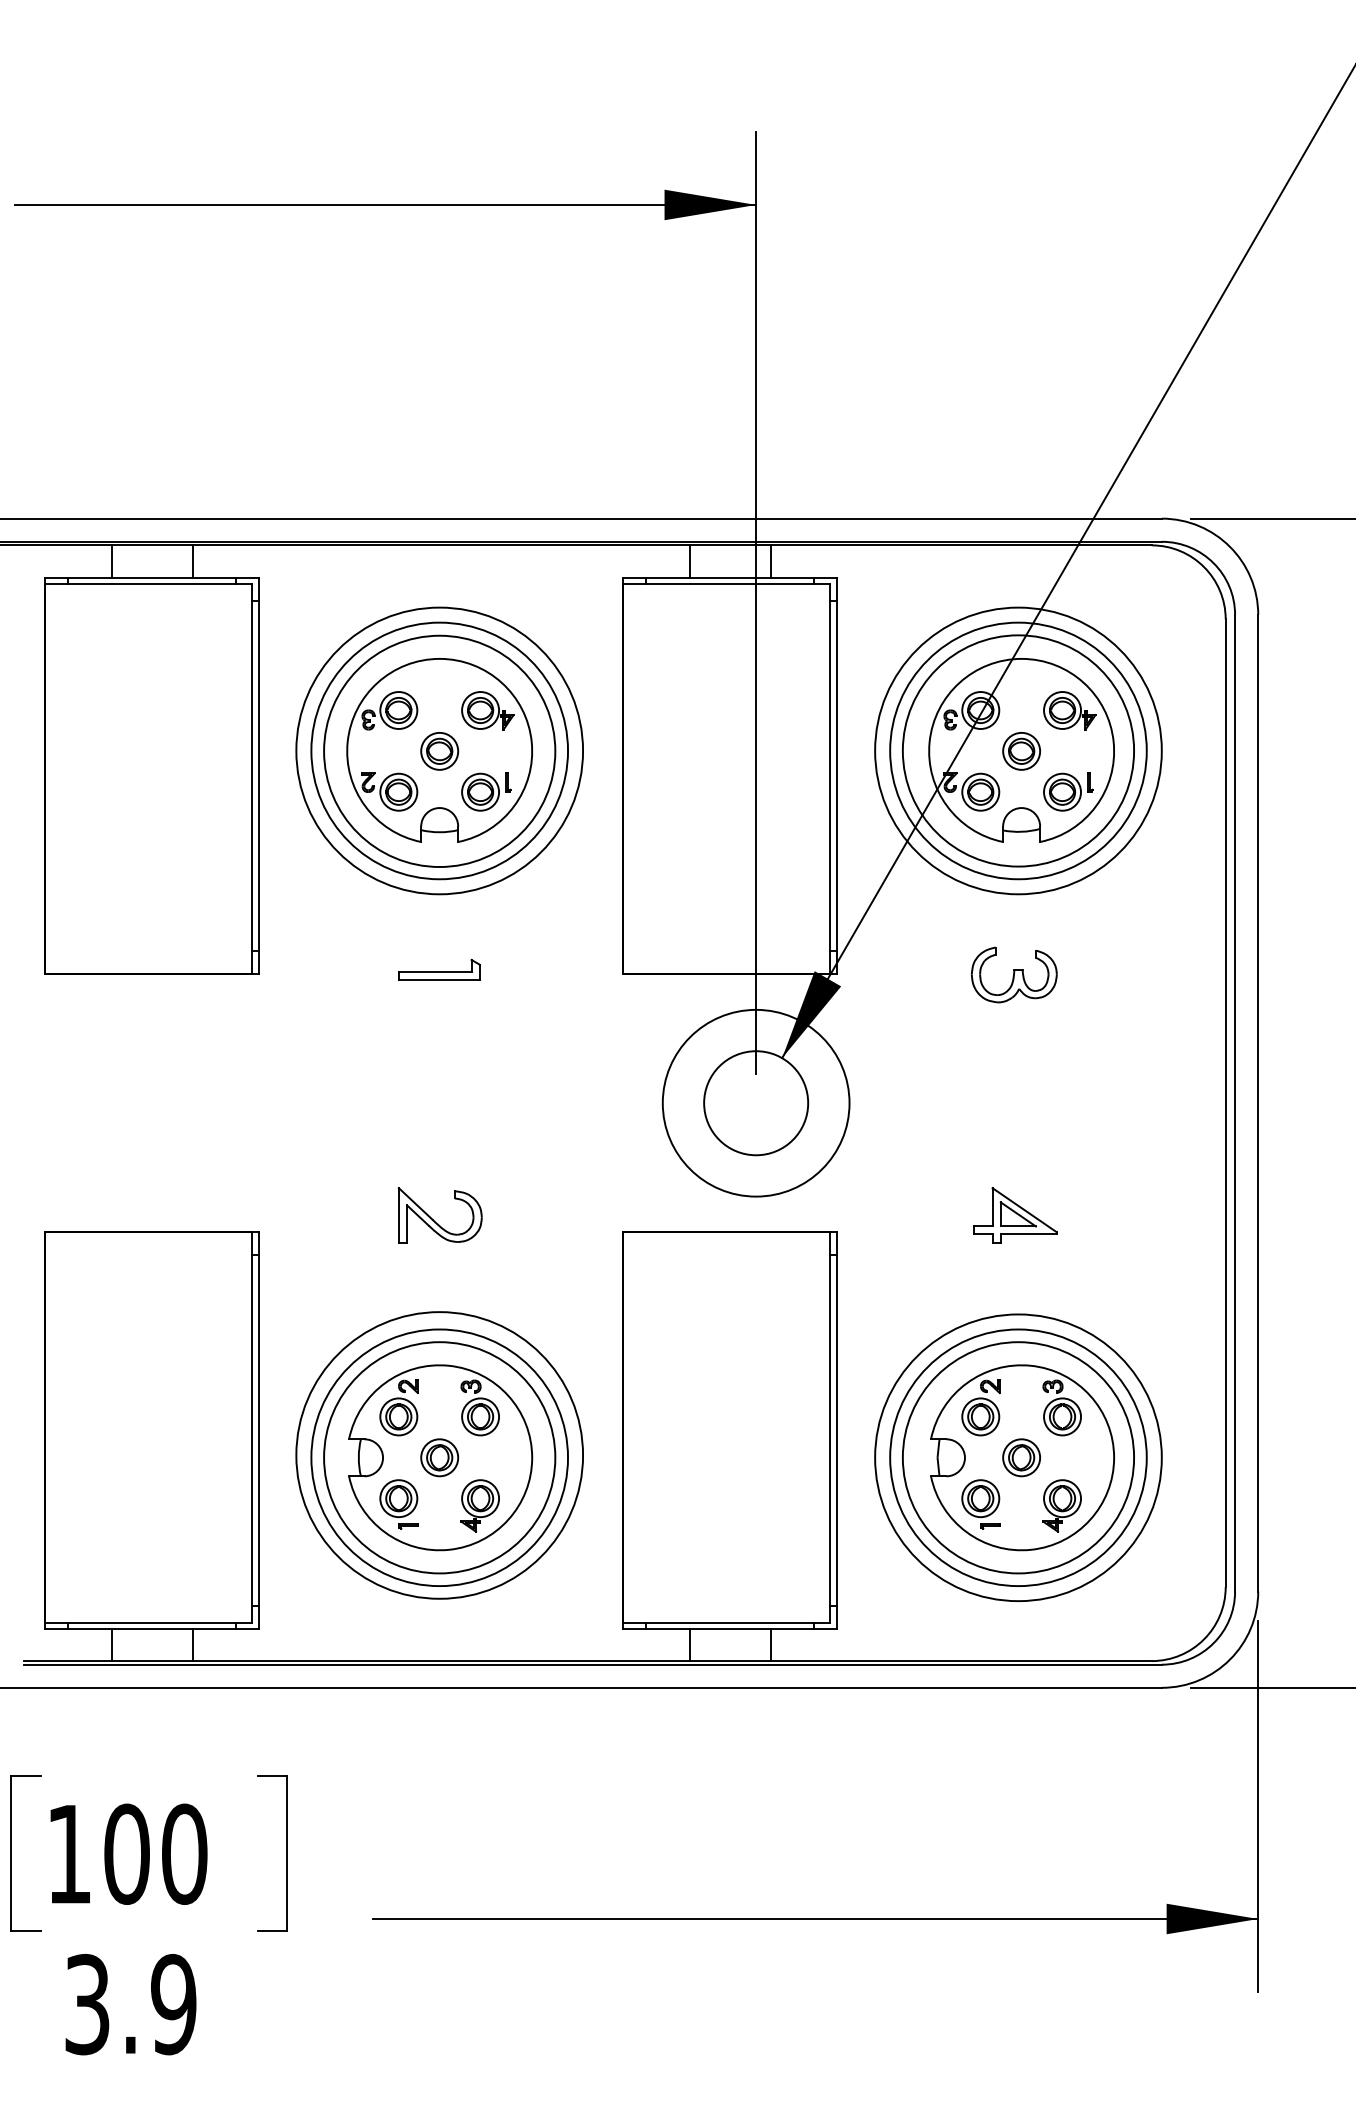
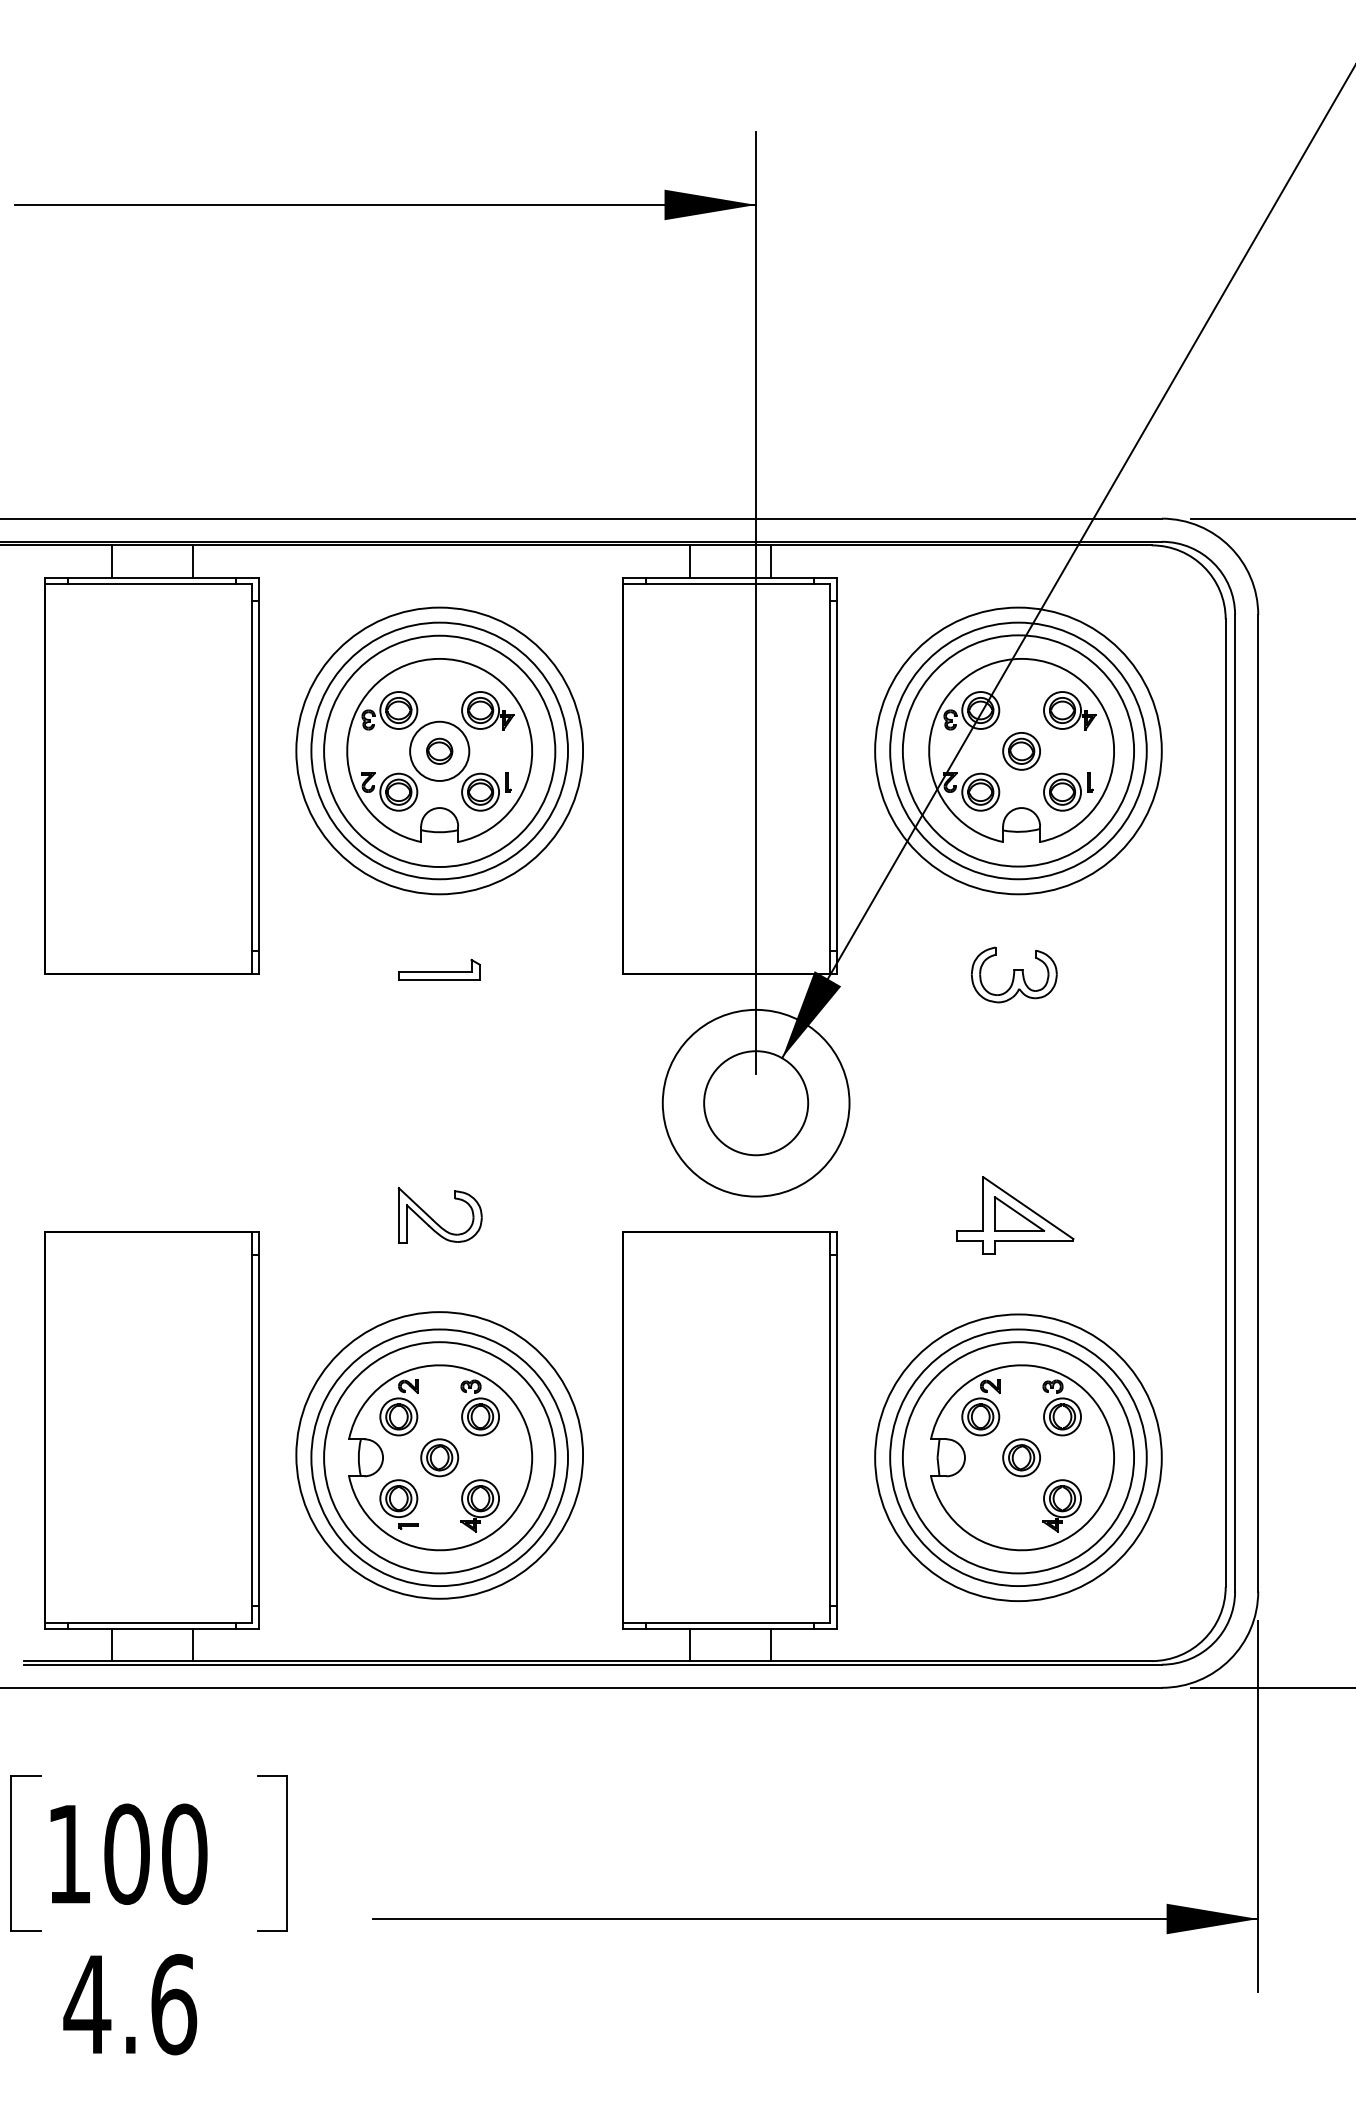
circle at (439, 750) diameter: 37 px -> 59 px
part at (1015, 1215) size: 85x57 px -> 119x79 px
part at (980, 1504): present -> none
text at (130, 2004): 3.9 -> 4.6
